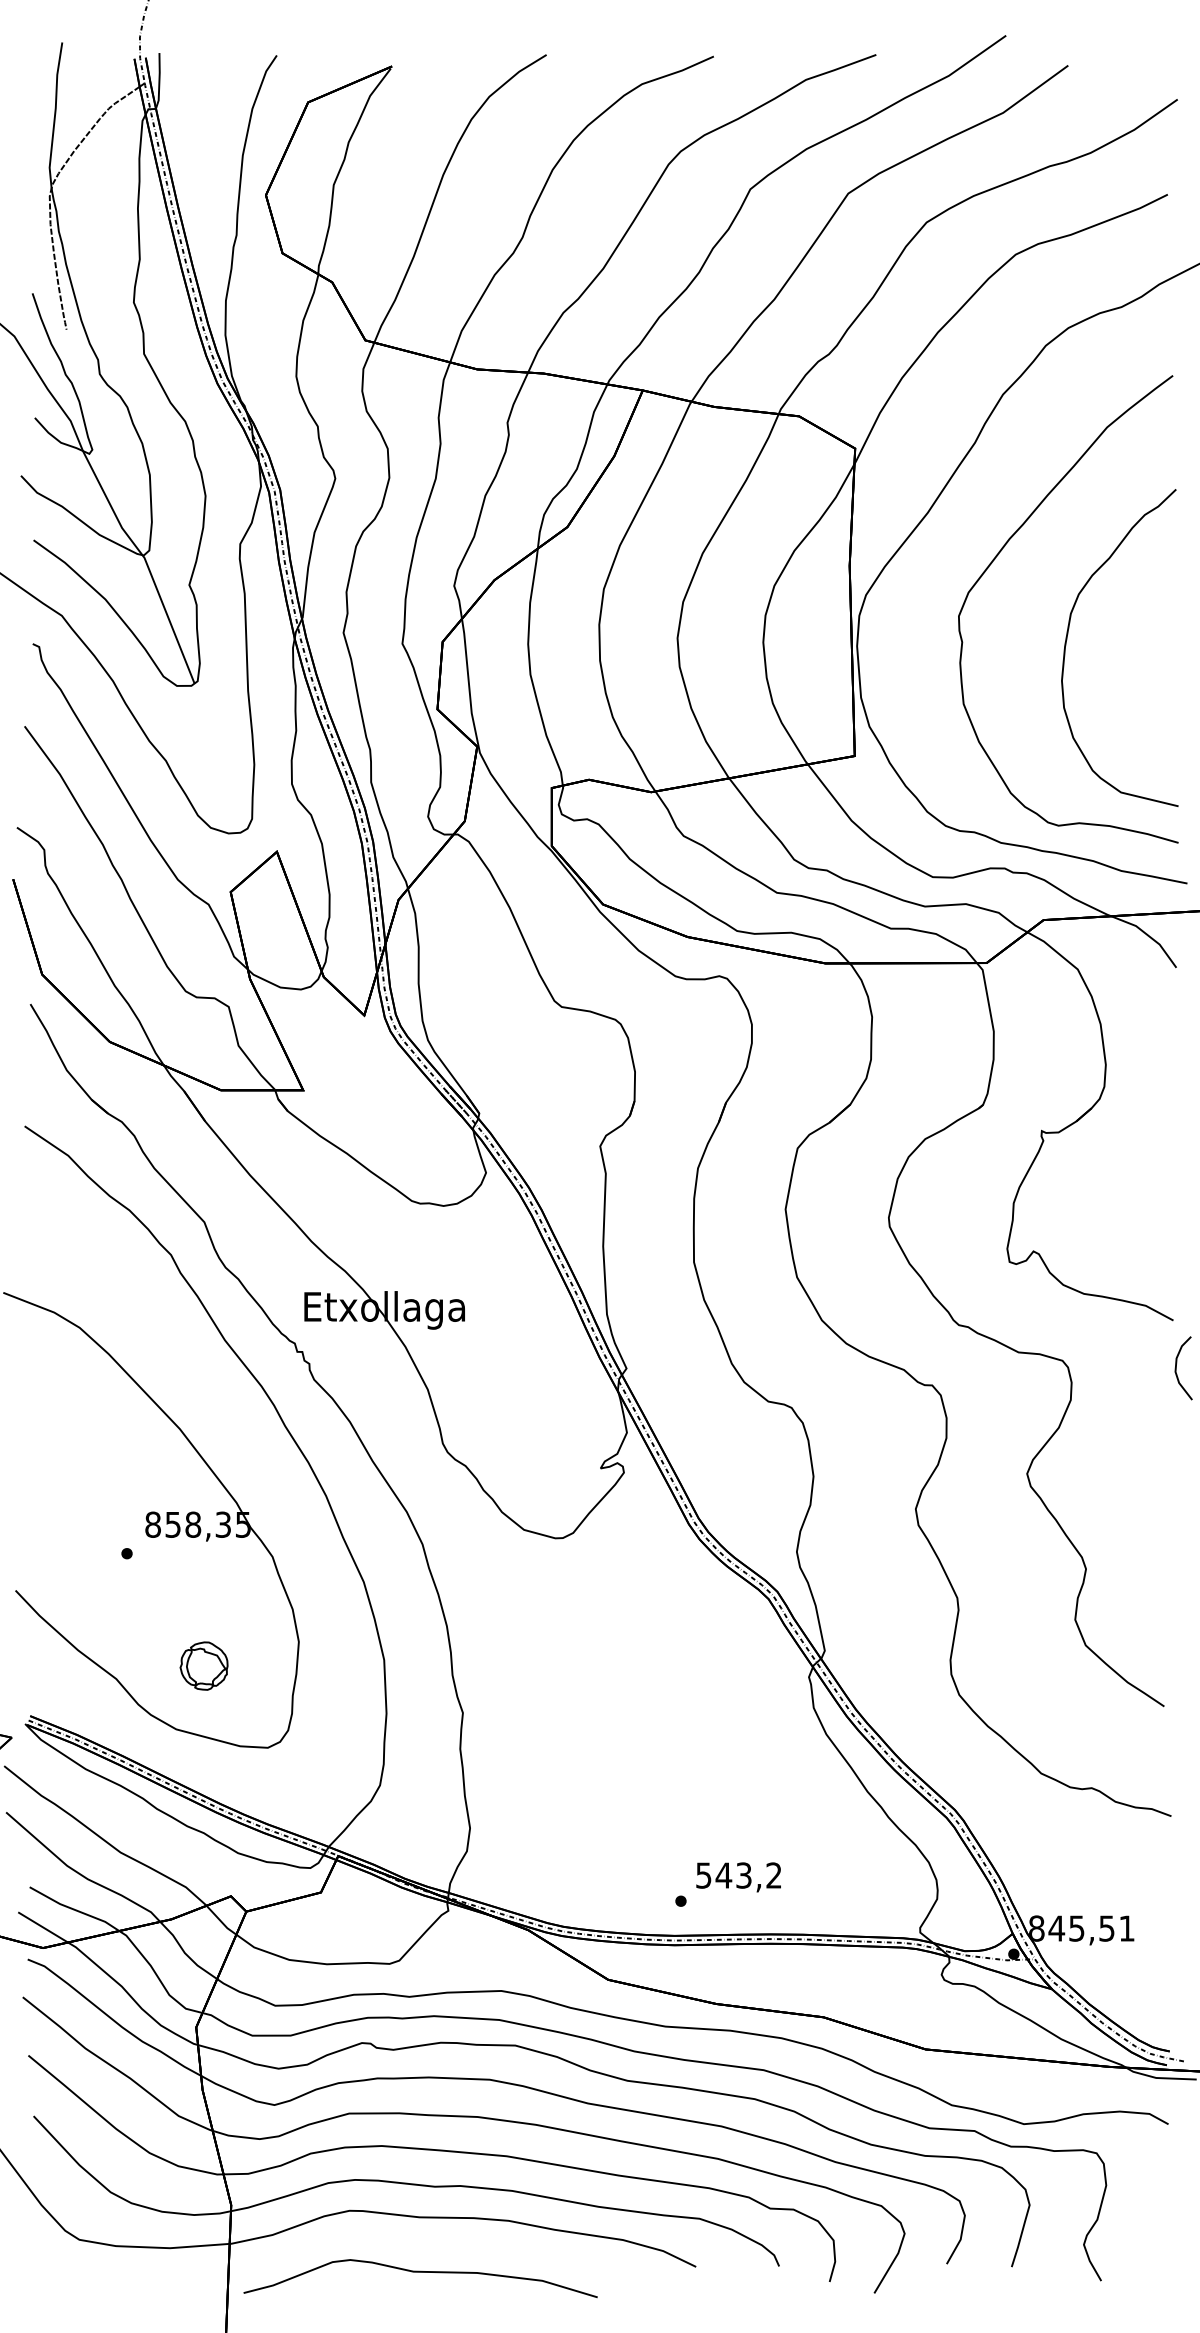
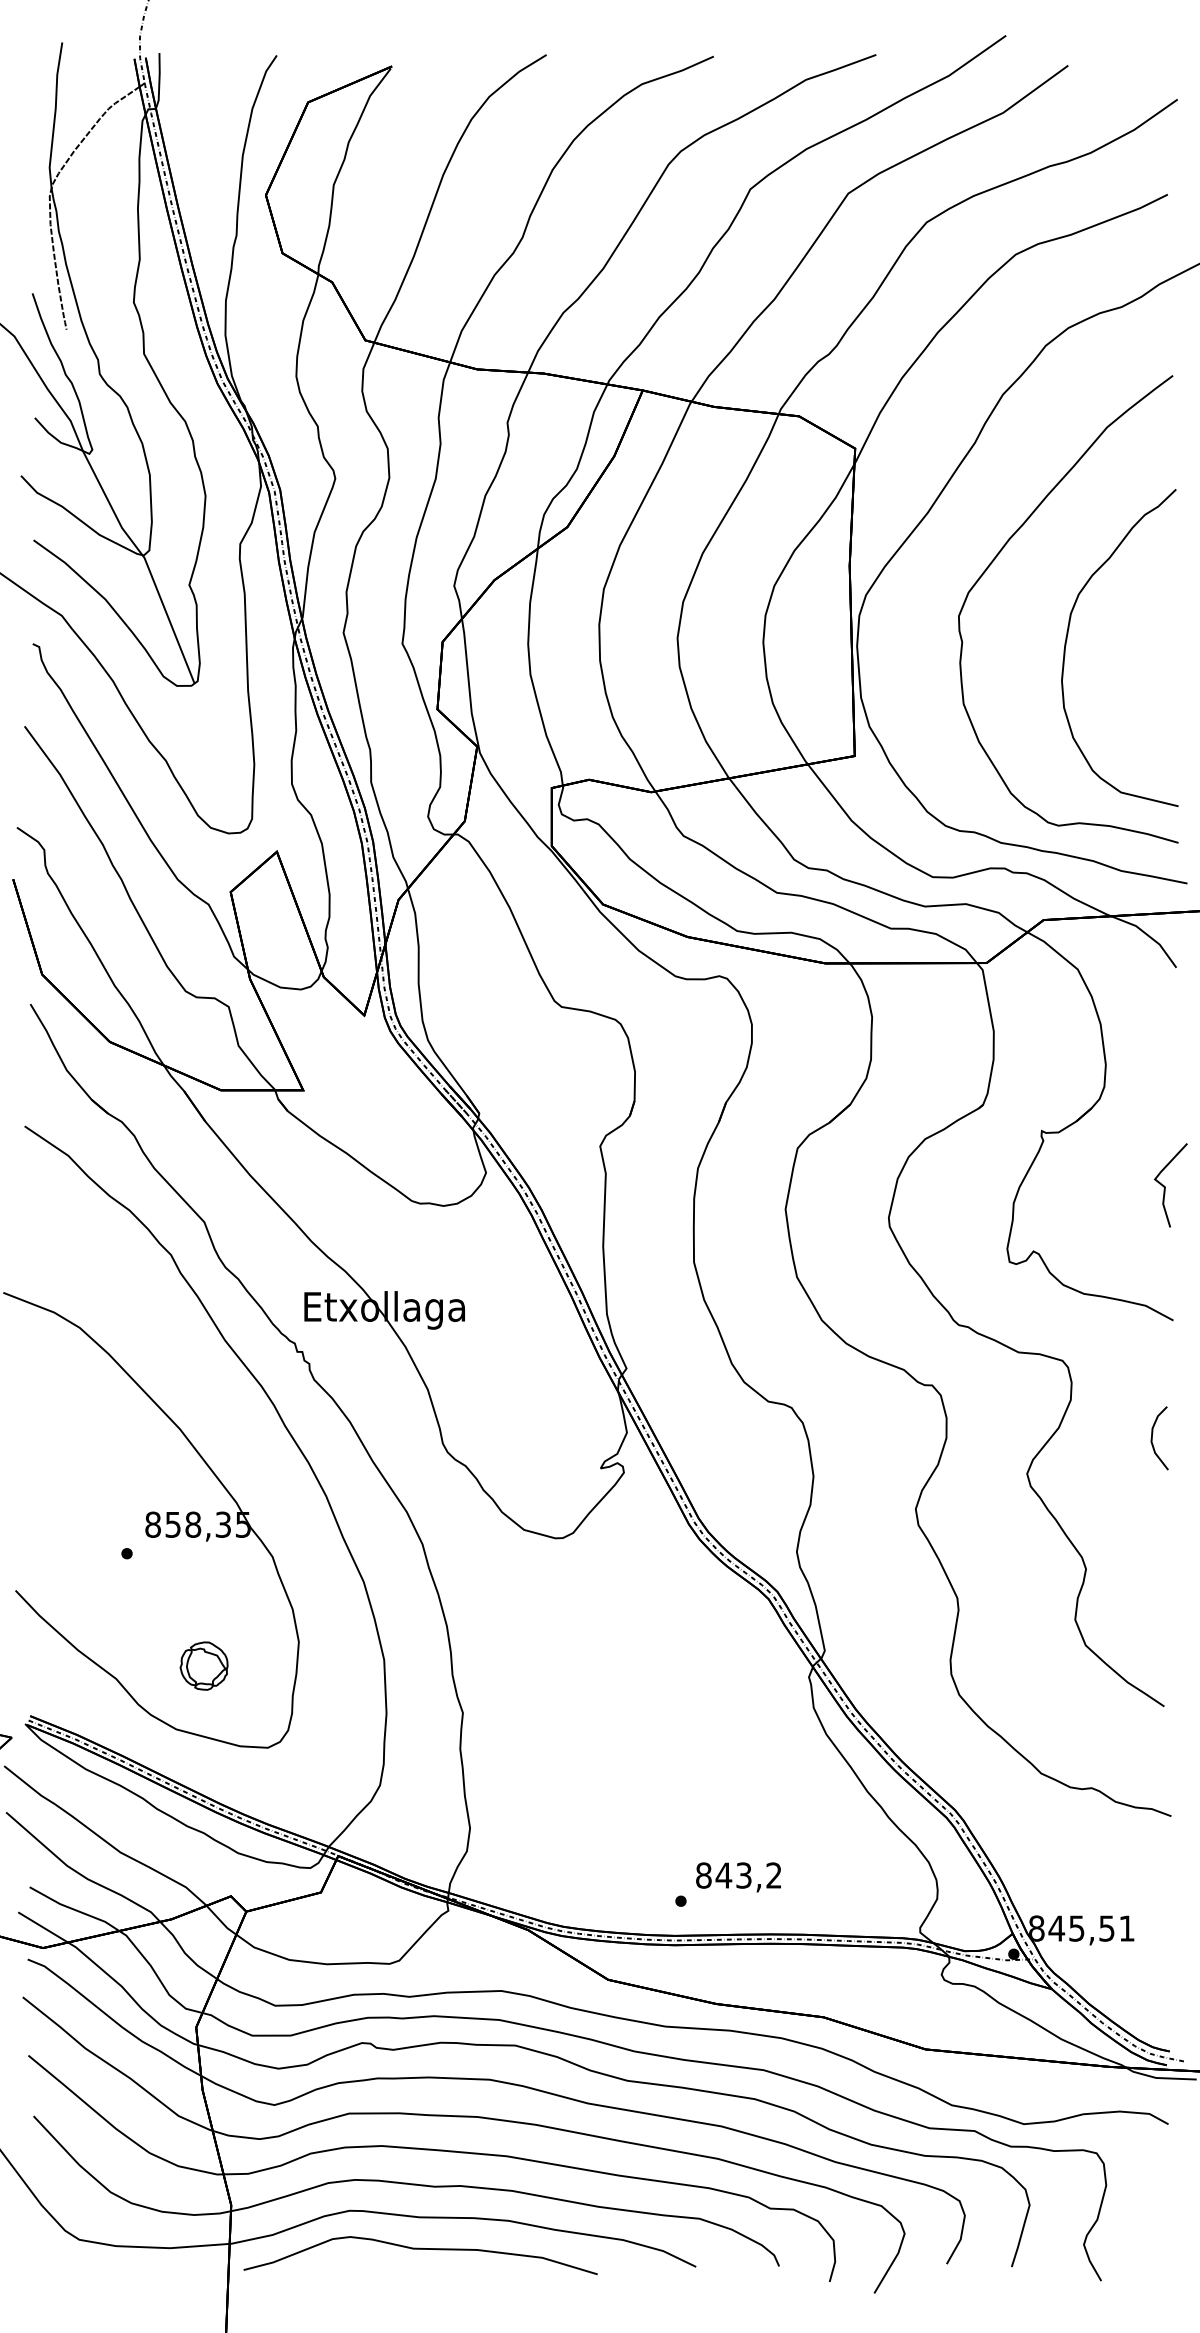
curve at (1165, 1186): none -> present
curve at (1176, 1368) position: (1176, 1368) -> (1152, 1438)
text at (703, 1875): 543,2 -> 843,2
curve at (420, 2272) position: (420, 2272) -> (420, 2249)
